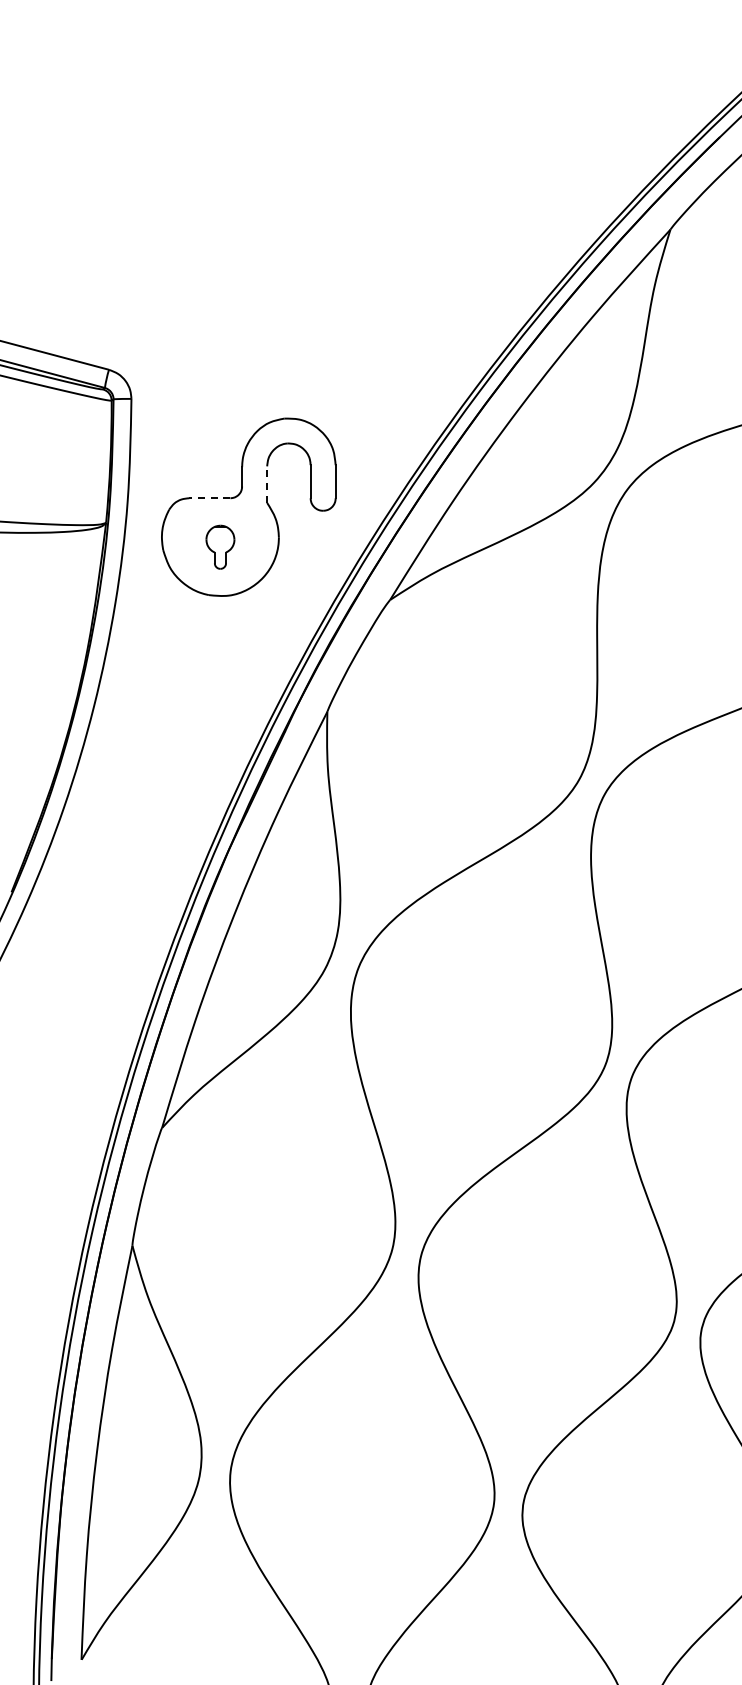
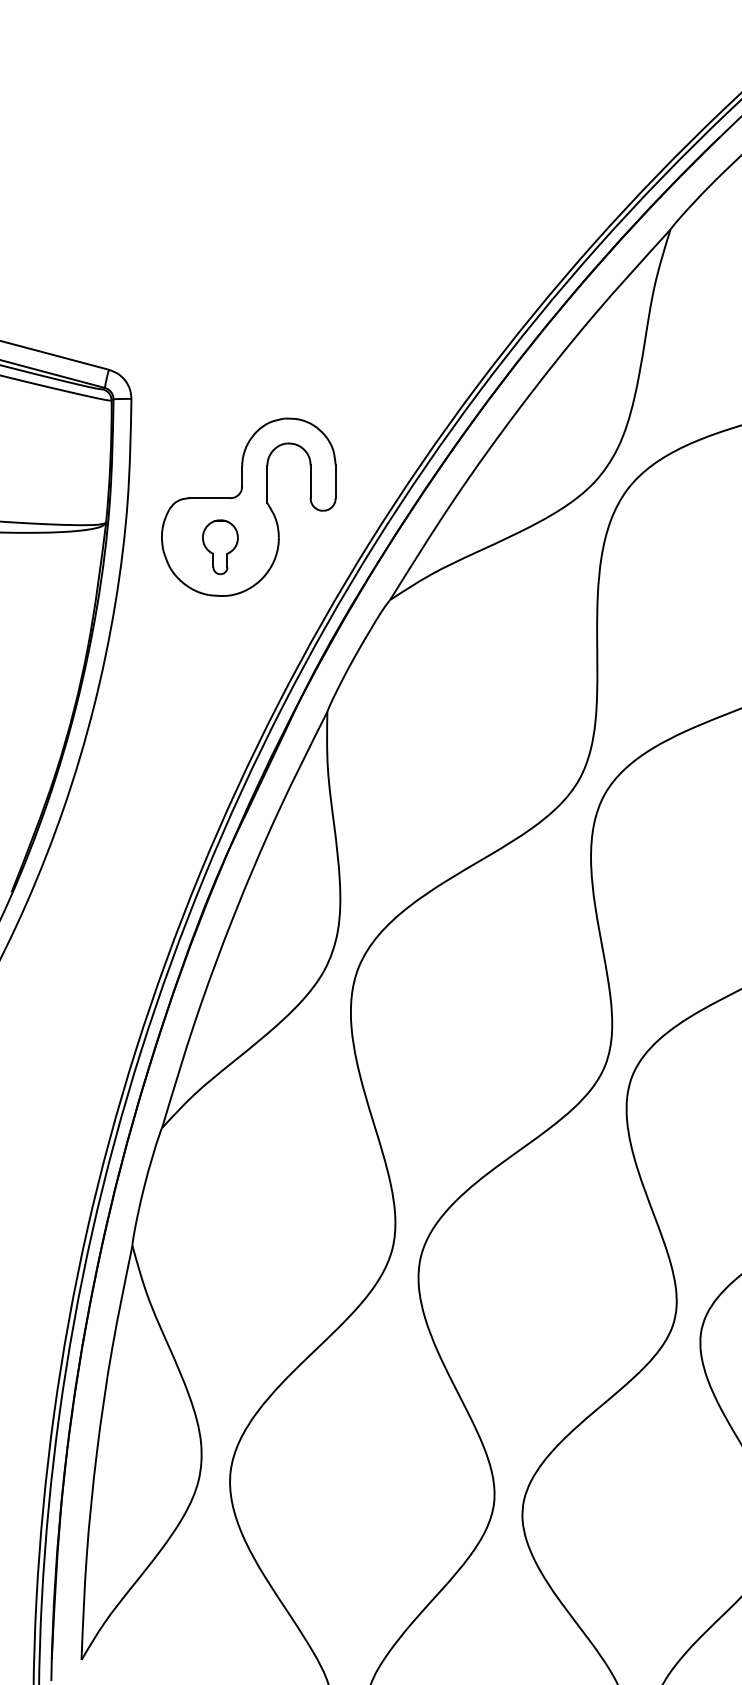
line at (267, 484): dashed -> solid
line at (209, 498): dashed -> solid
part at (220, 546) size: 31x46 px -> 37x57 px
